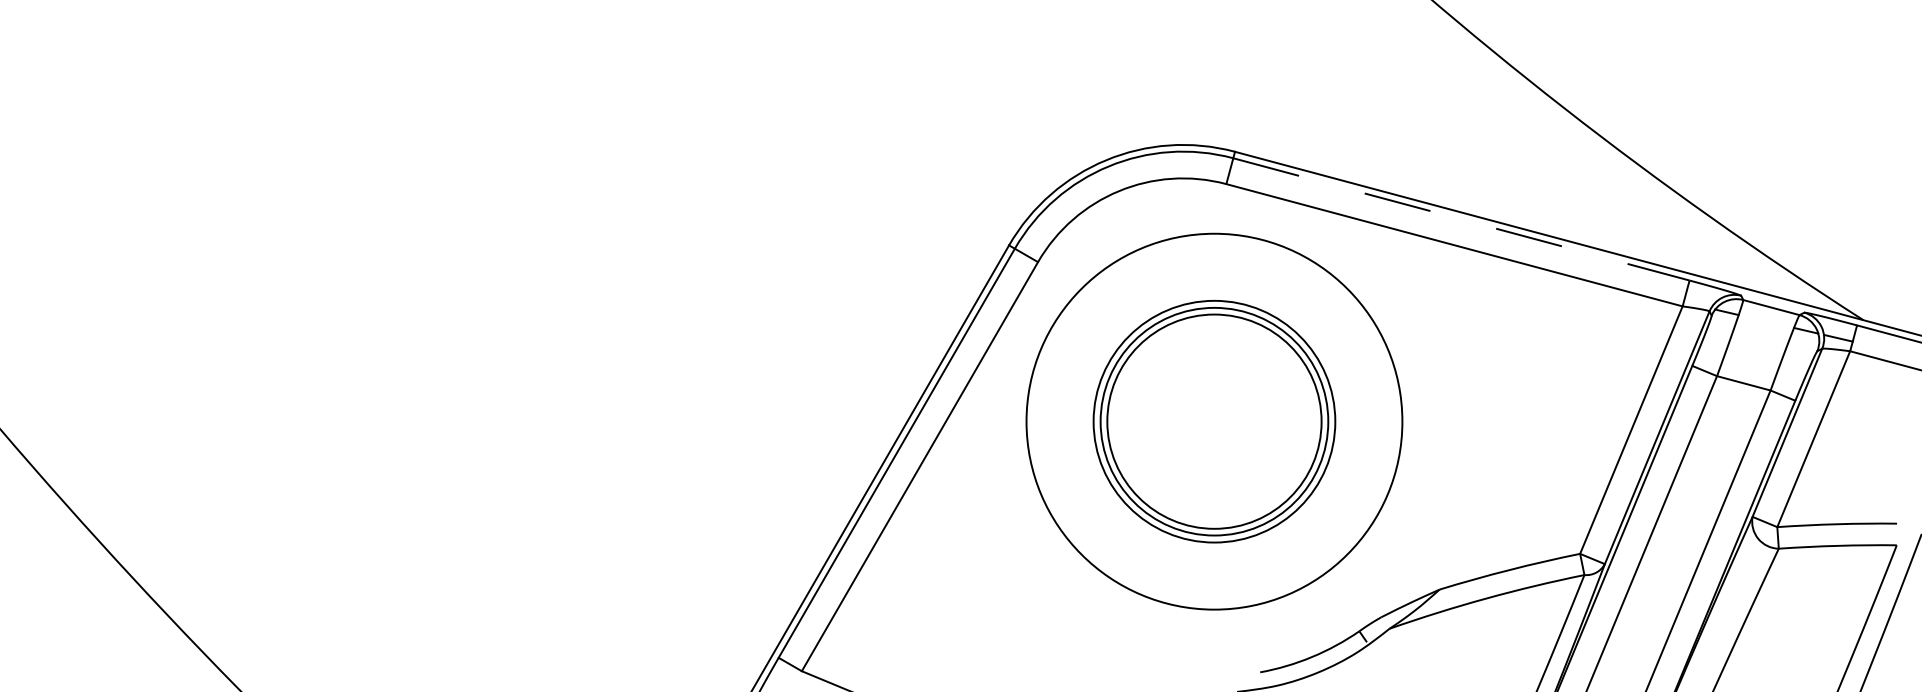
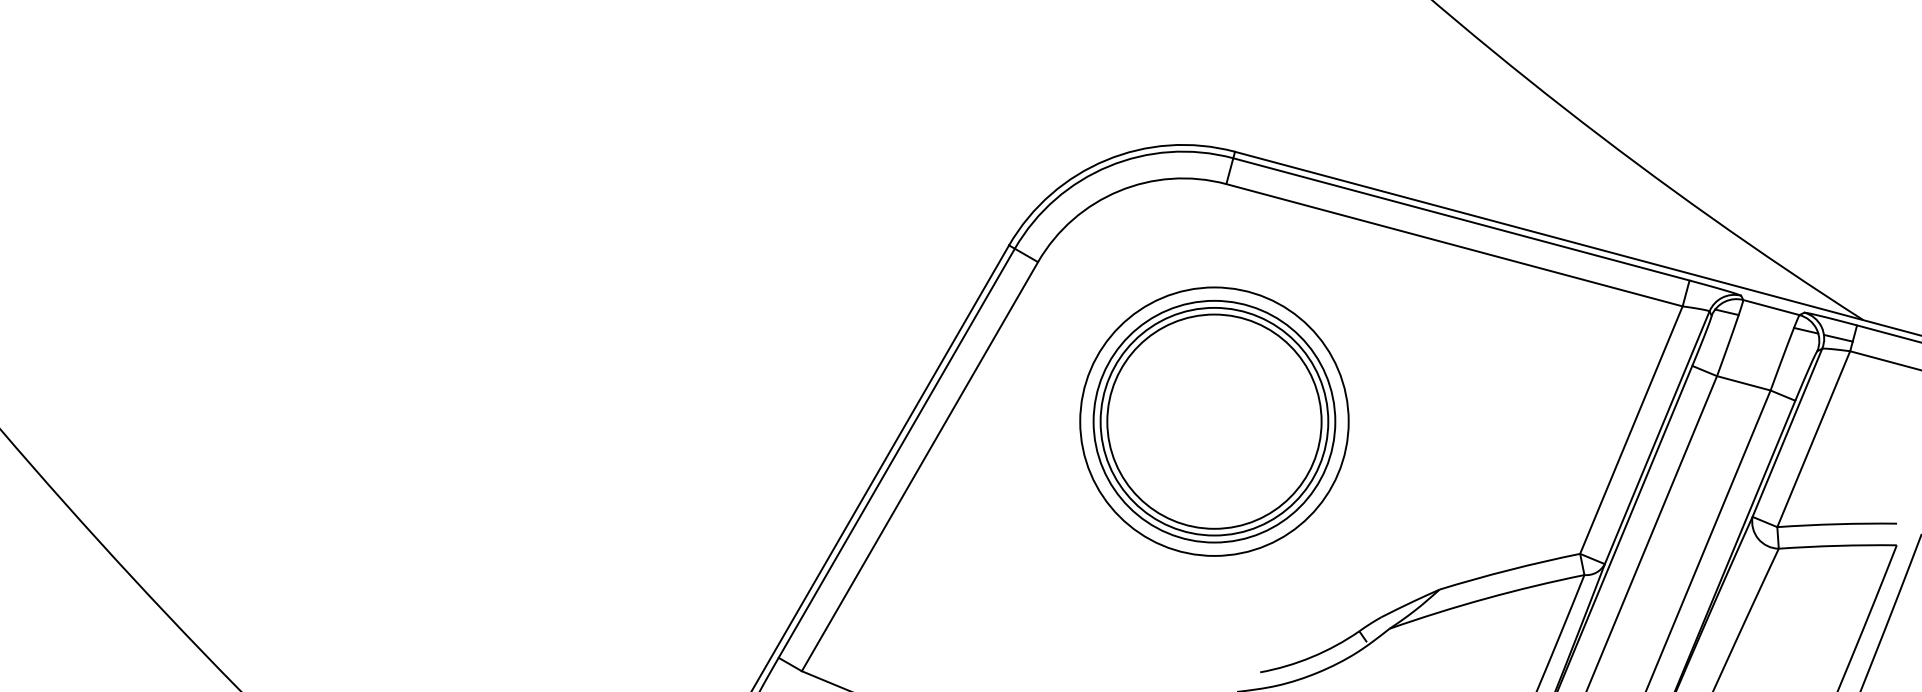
line at (1461, 219): dashed -> solid
circle at (1214, 421) diameter: 376 px -> 268 px
